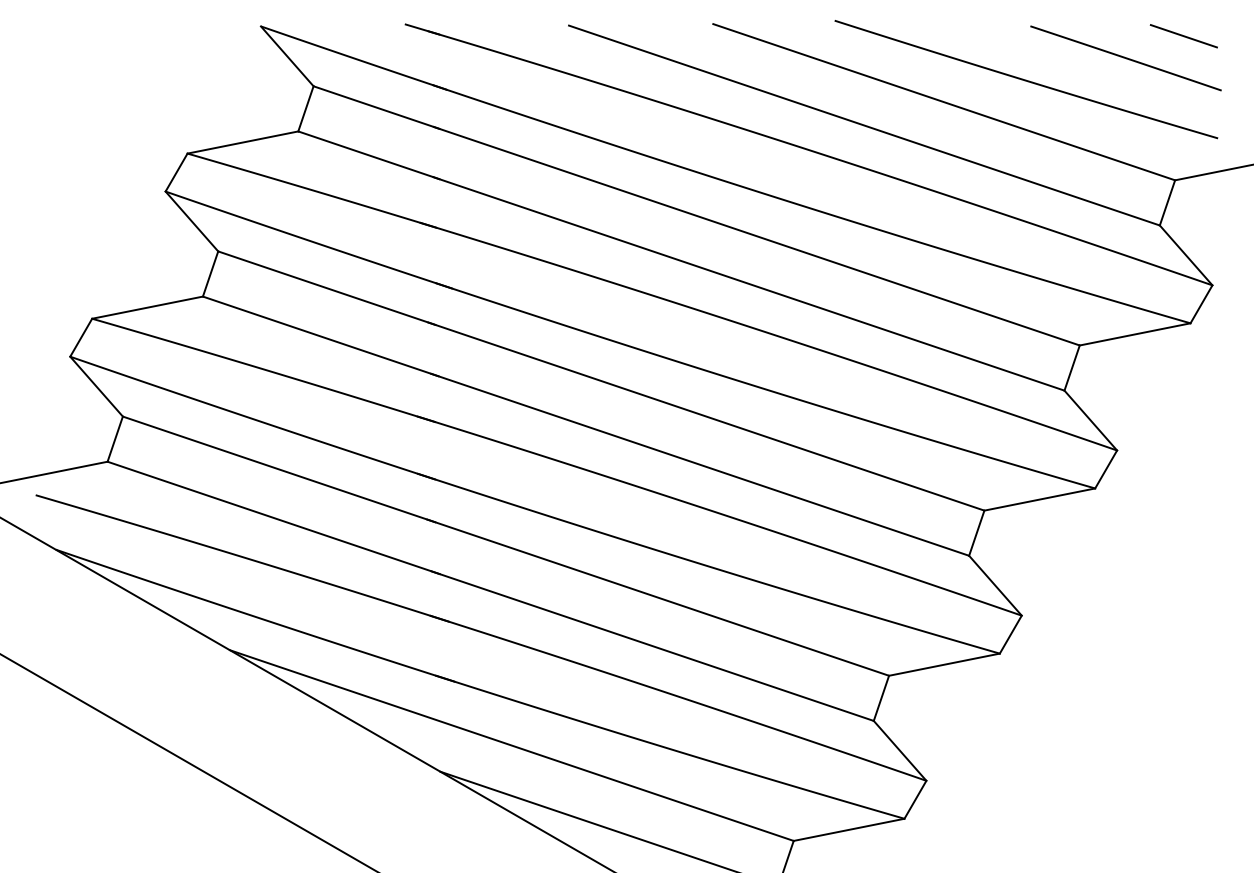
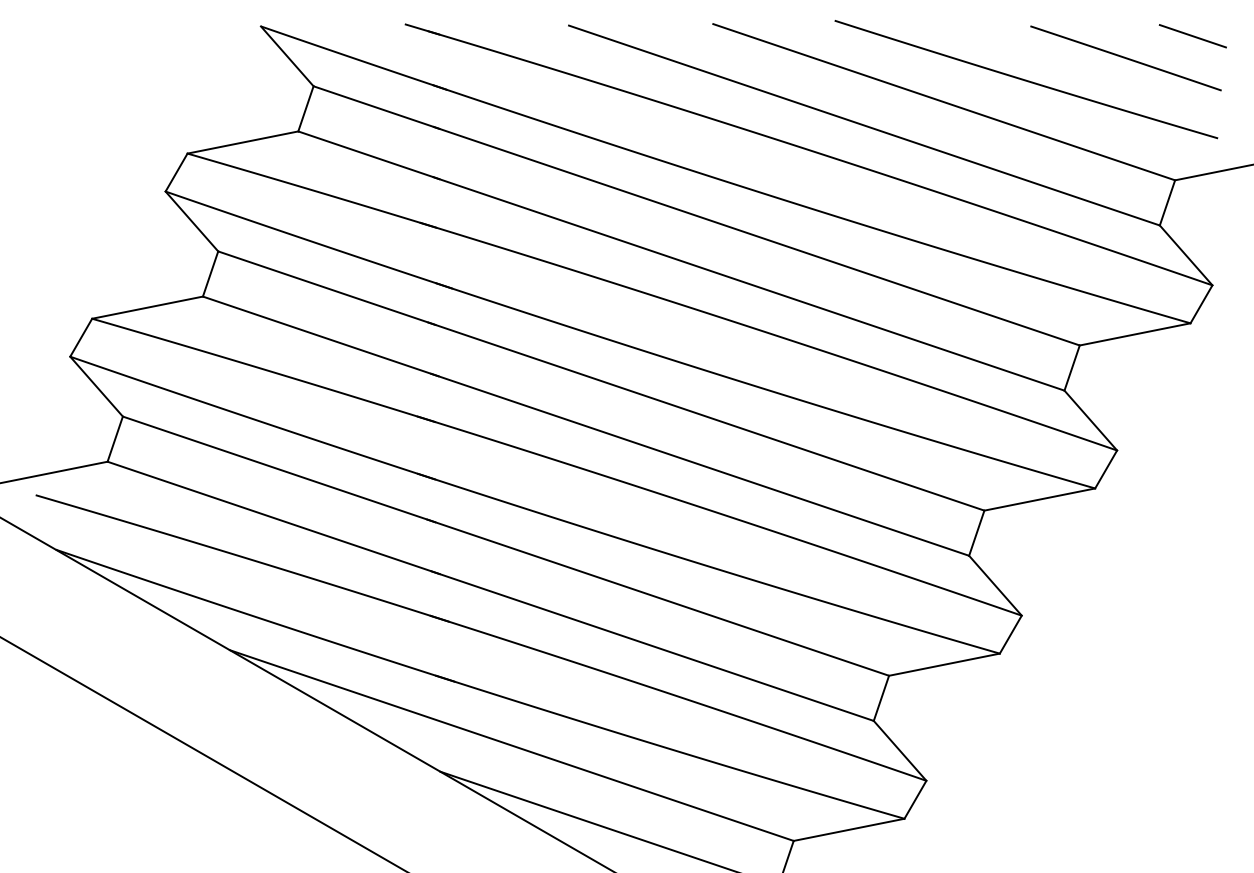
line at (1183, 36) position: (1183, 36) -> (1192, 36)
line at (188, 762) position: (188, 762) -> (202, 753)
